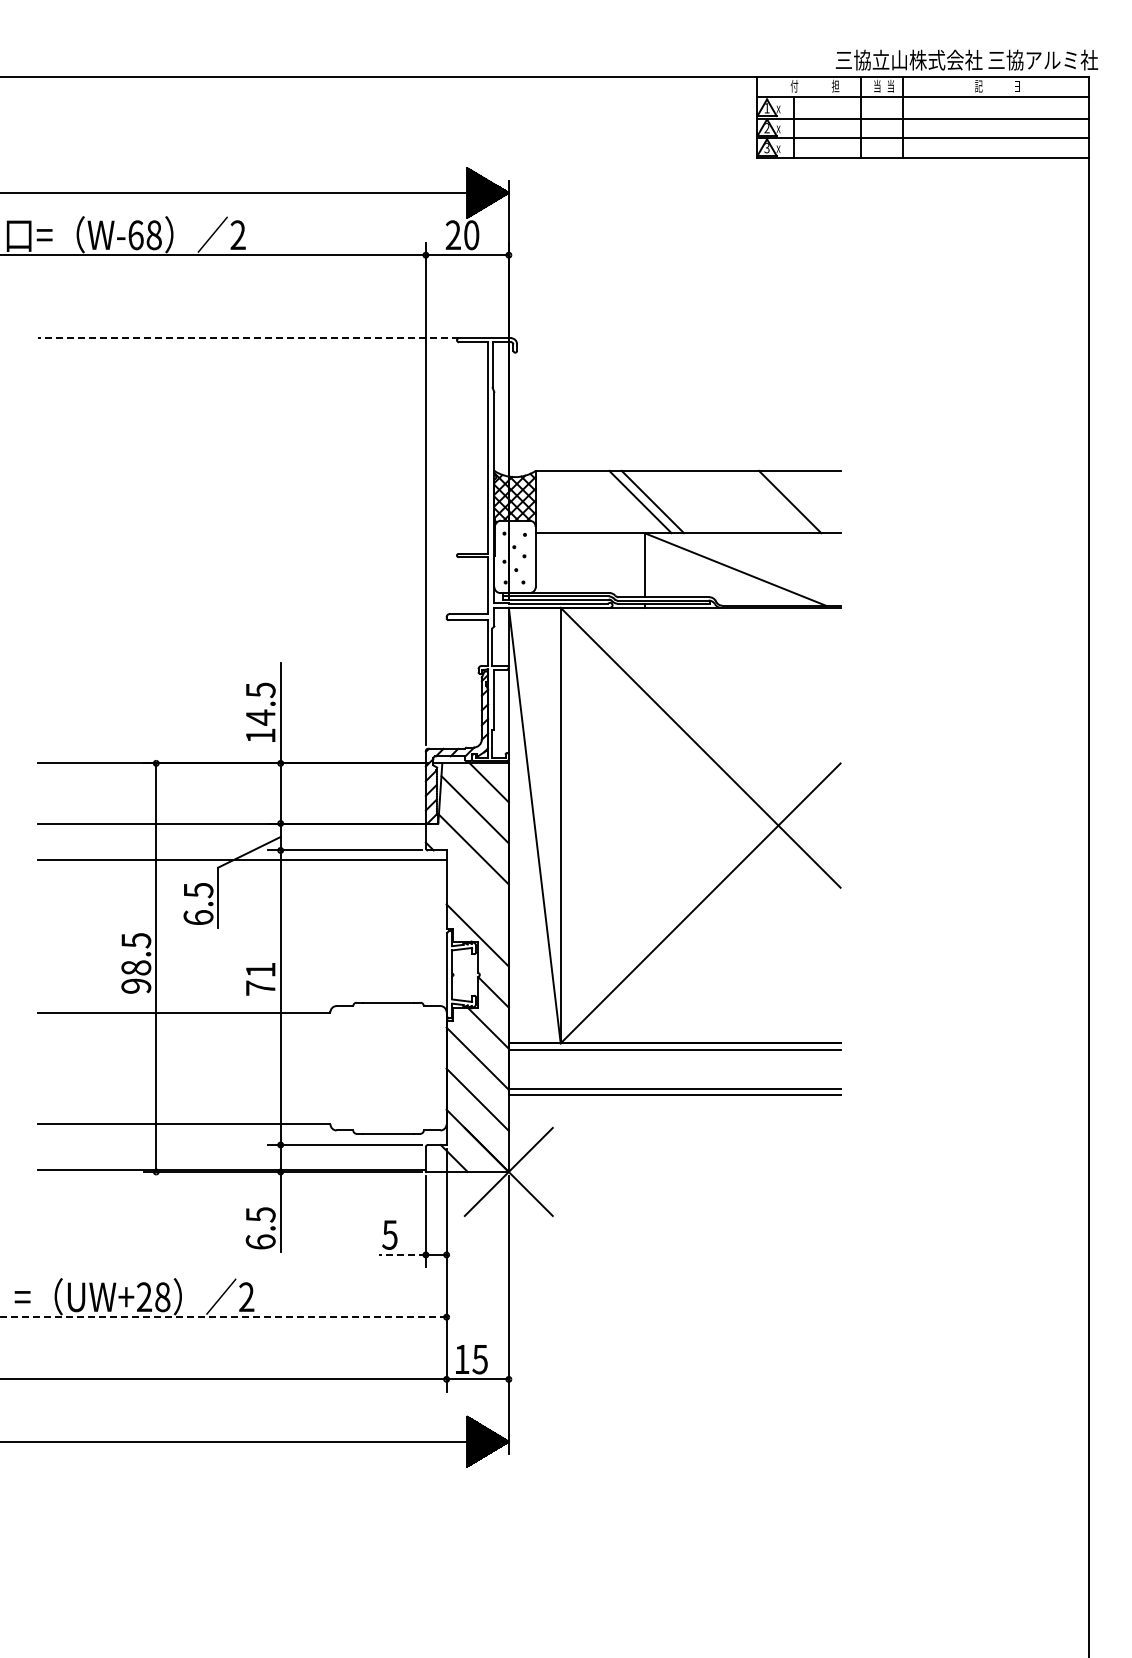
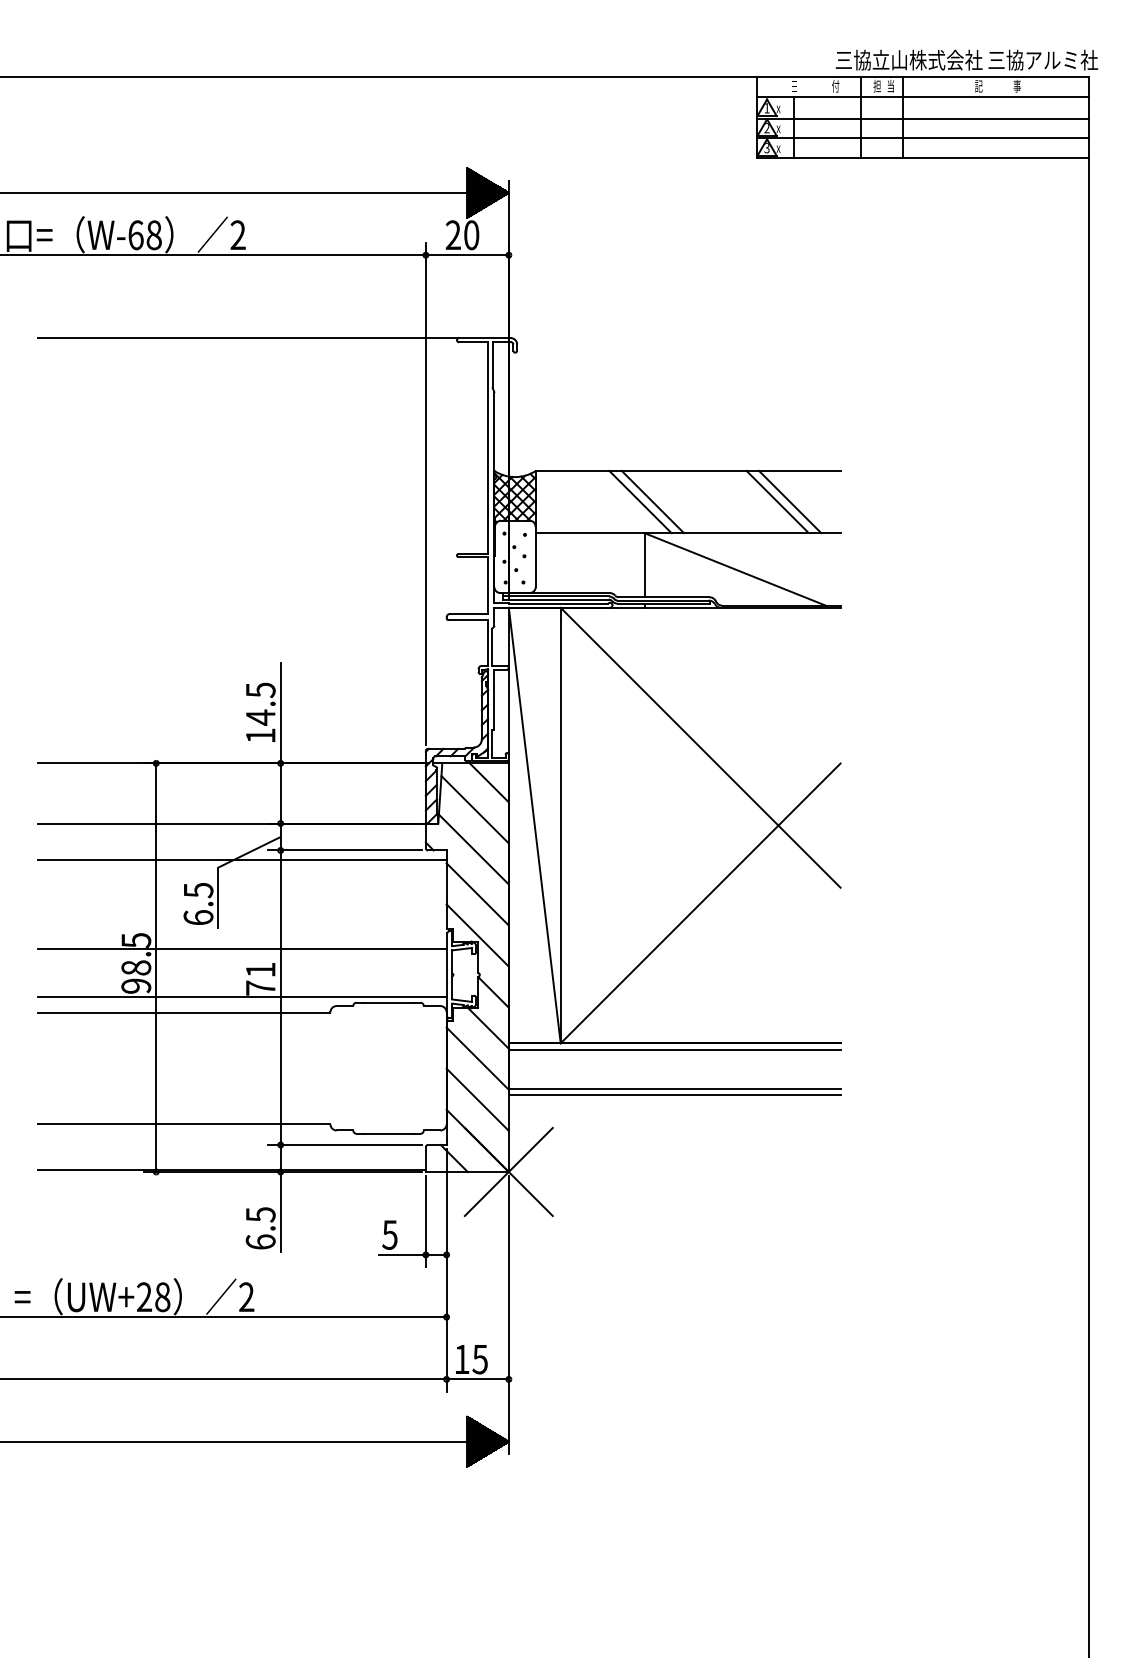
text at (835, 85): 担 -> 付
text at (877, 85): 当 -> 担
text at (1016, 85): 日 -> 事
text at (794, 86): 付 -> 日
line at (248, 338): dashed -> solid
line at (776, 500): none -> present
line at (477, 894): none -> present
line at (242, 949): none -> present
line at (242, 996): none -> present
line at (401, 1254): dashed -> solid
line at (223, 1317): dashed -> solid
